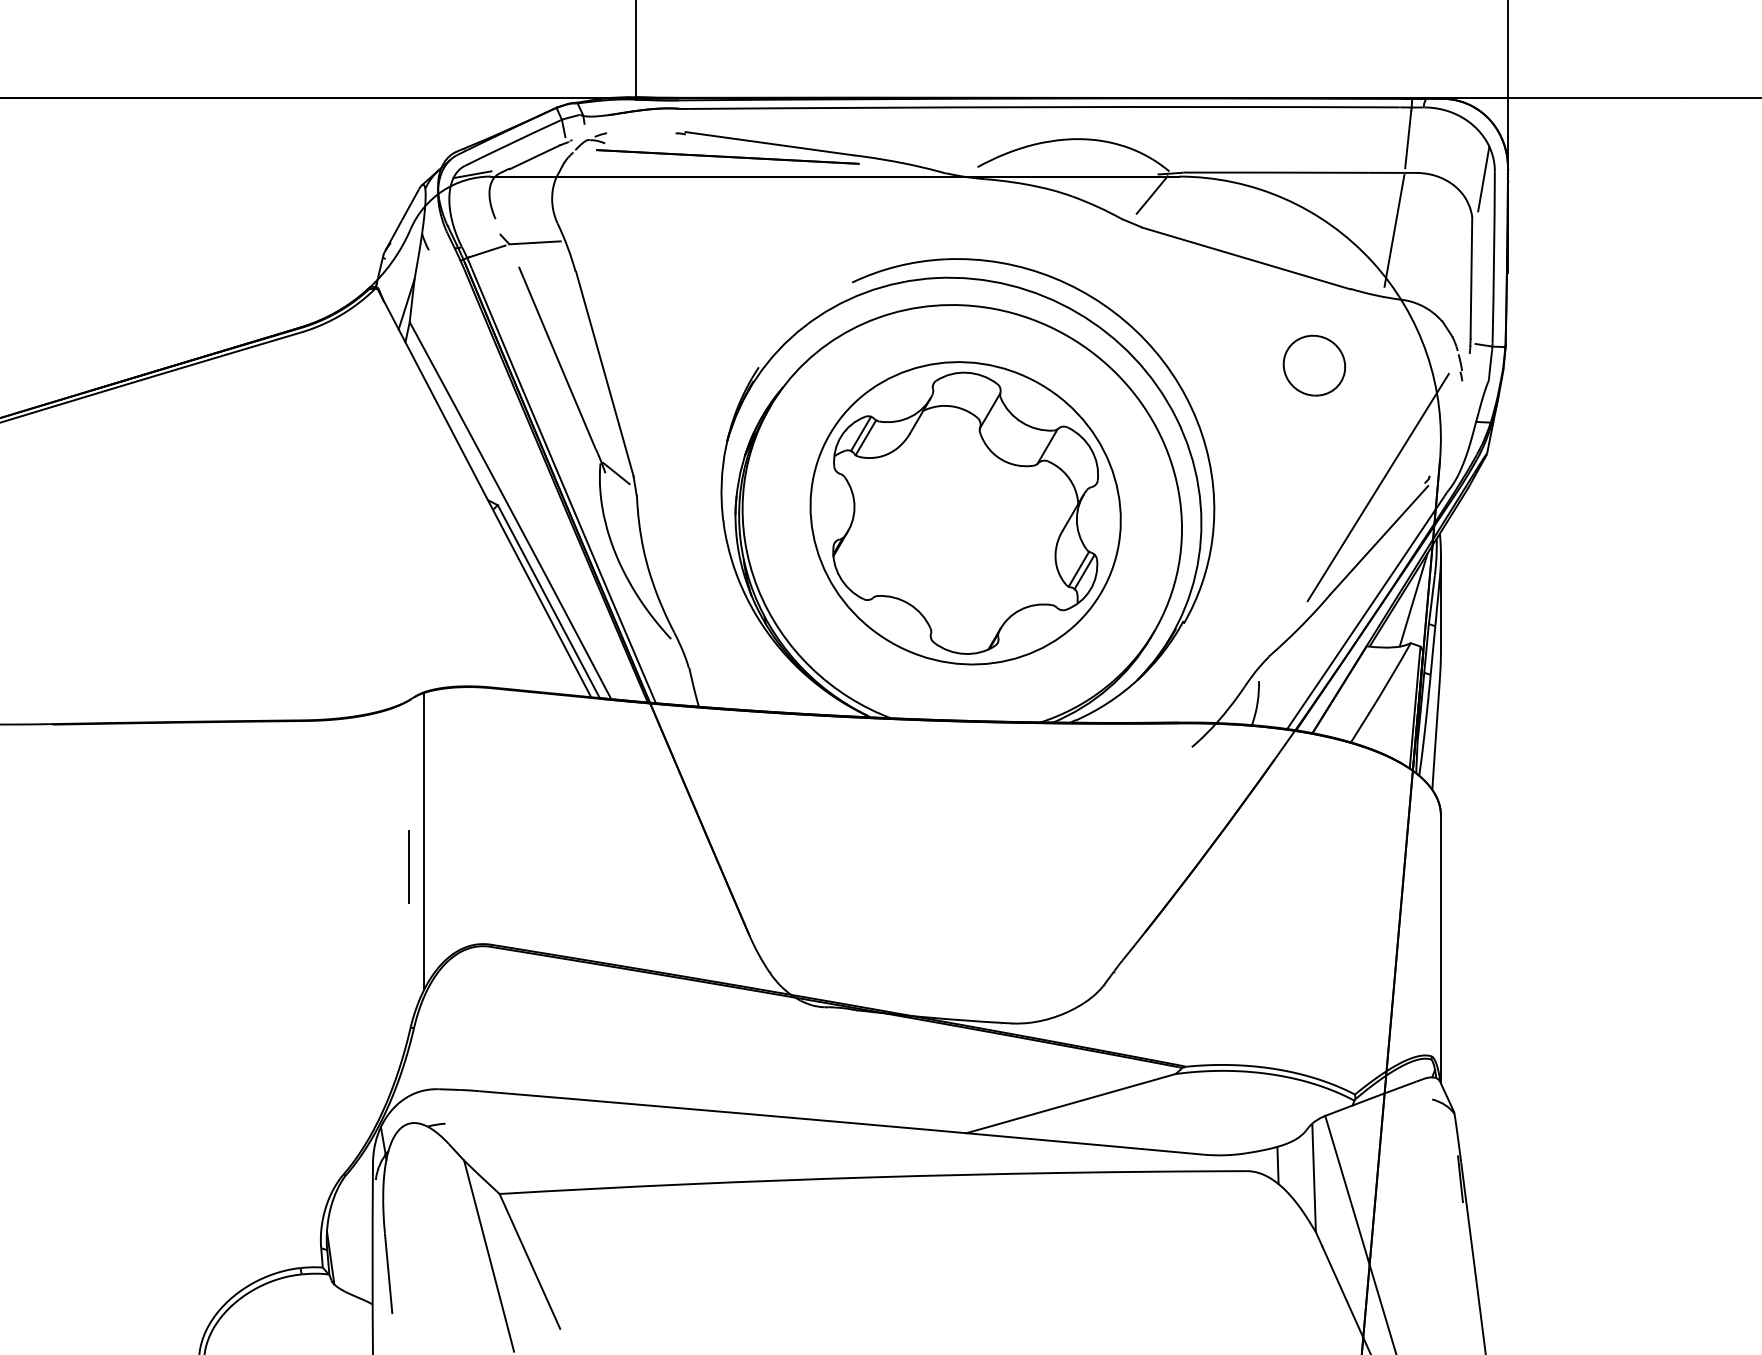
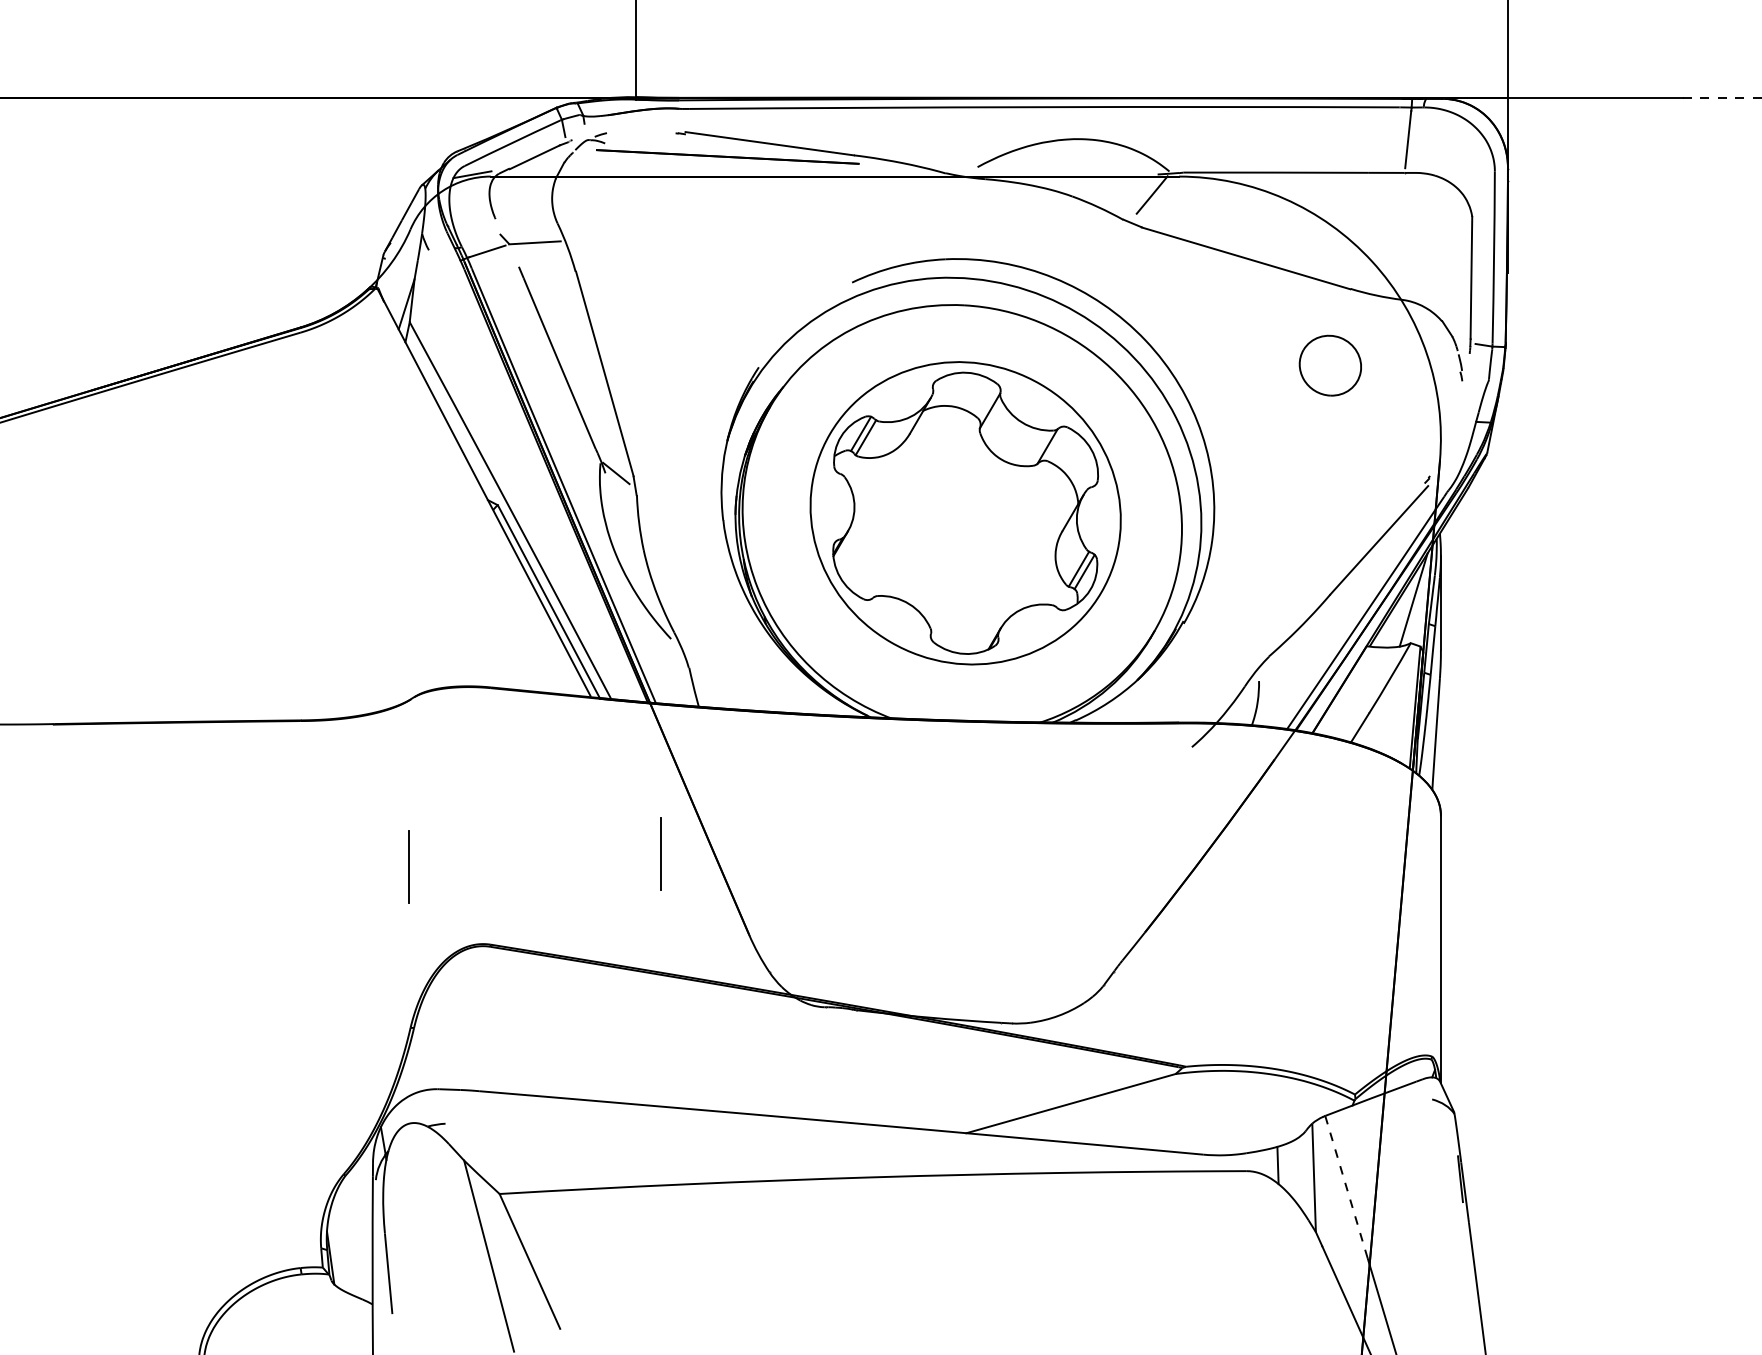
line at (1723, 98): solid -> dashed
line at (1483, 178): present -> none
line at (1394, 230): present -> none
part at (1313, 365) position: (1313, 365) -> (1329, 365)
line at (1377, 487): present -> none
line at (424, 841): present -> none
line at (660, 853): none -> present
line at (1346, 1187): solid -> dashed
